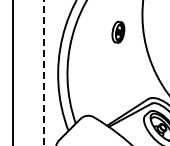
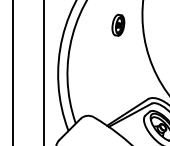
part at (118, 31) position: (118, 31) -> (118, 24)
line at (44, 73): dashed -> solid
